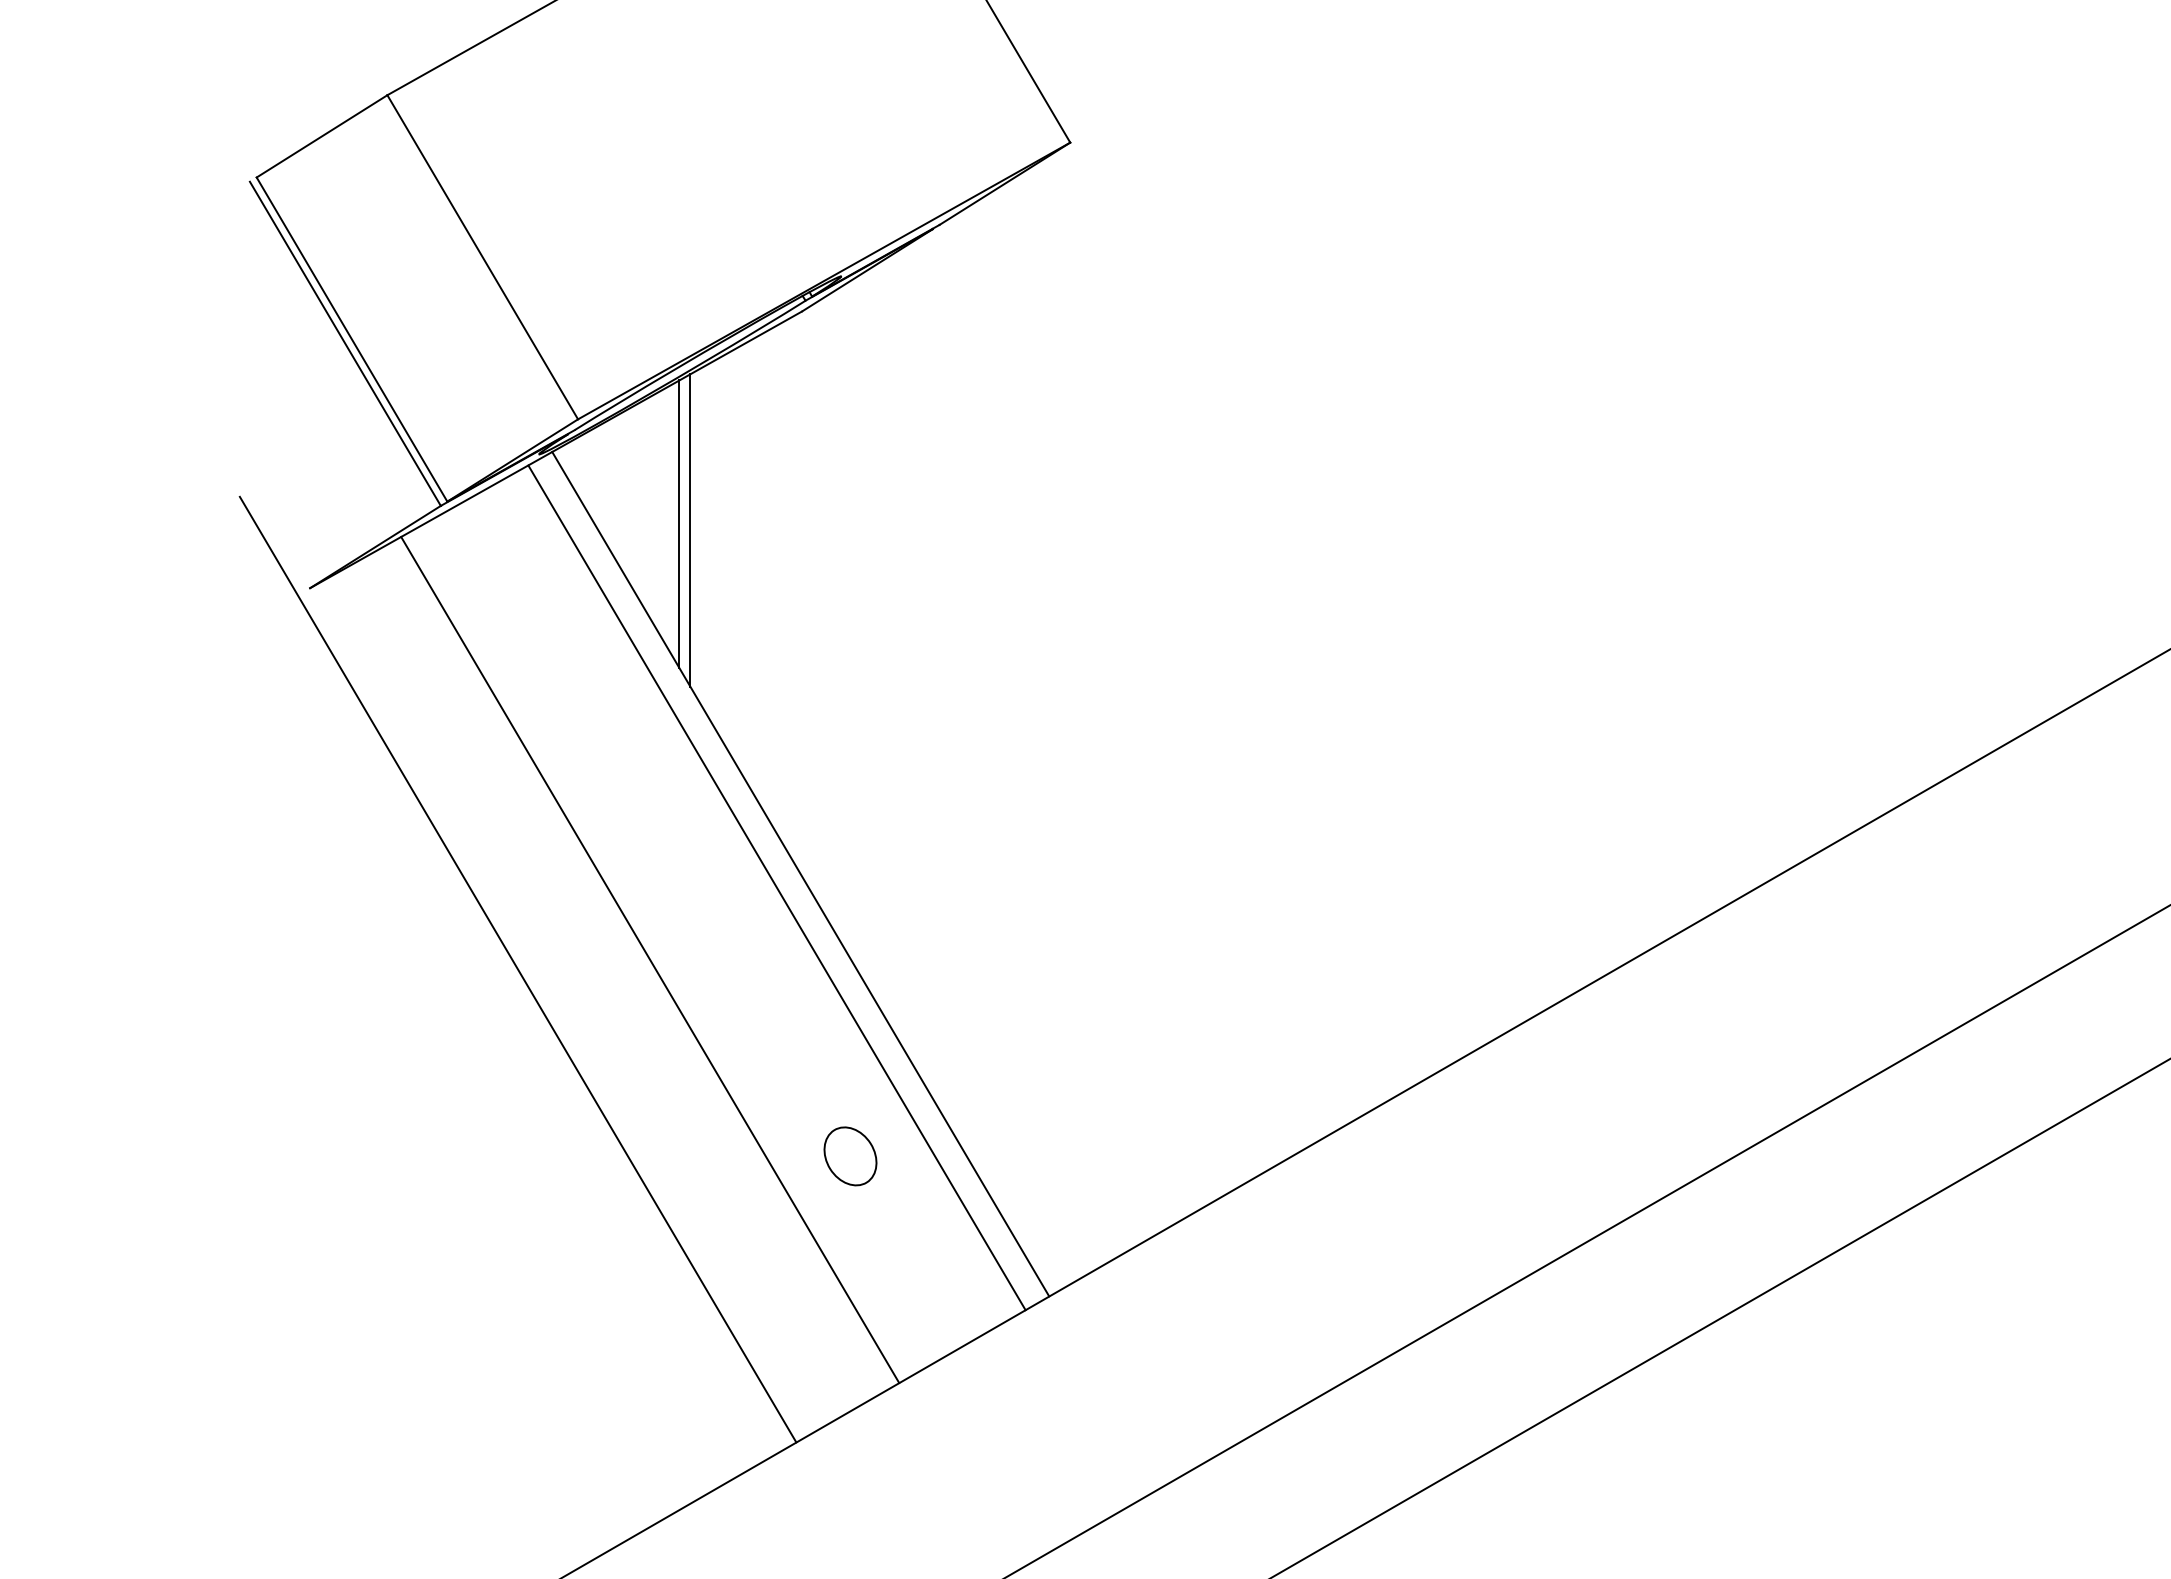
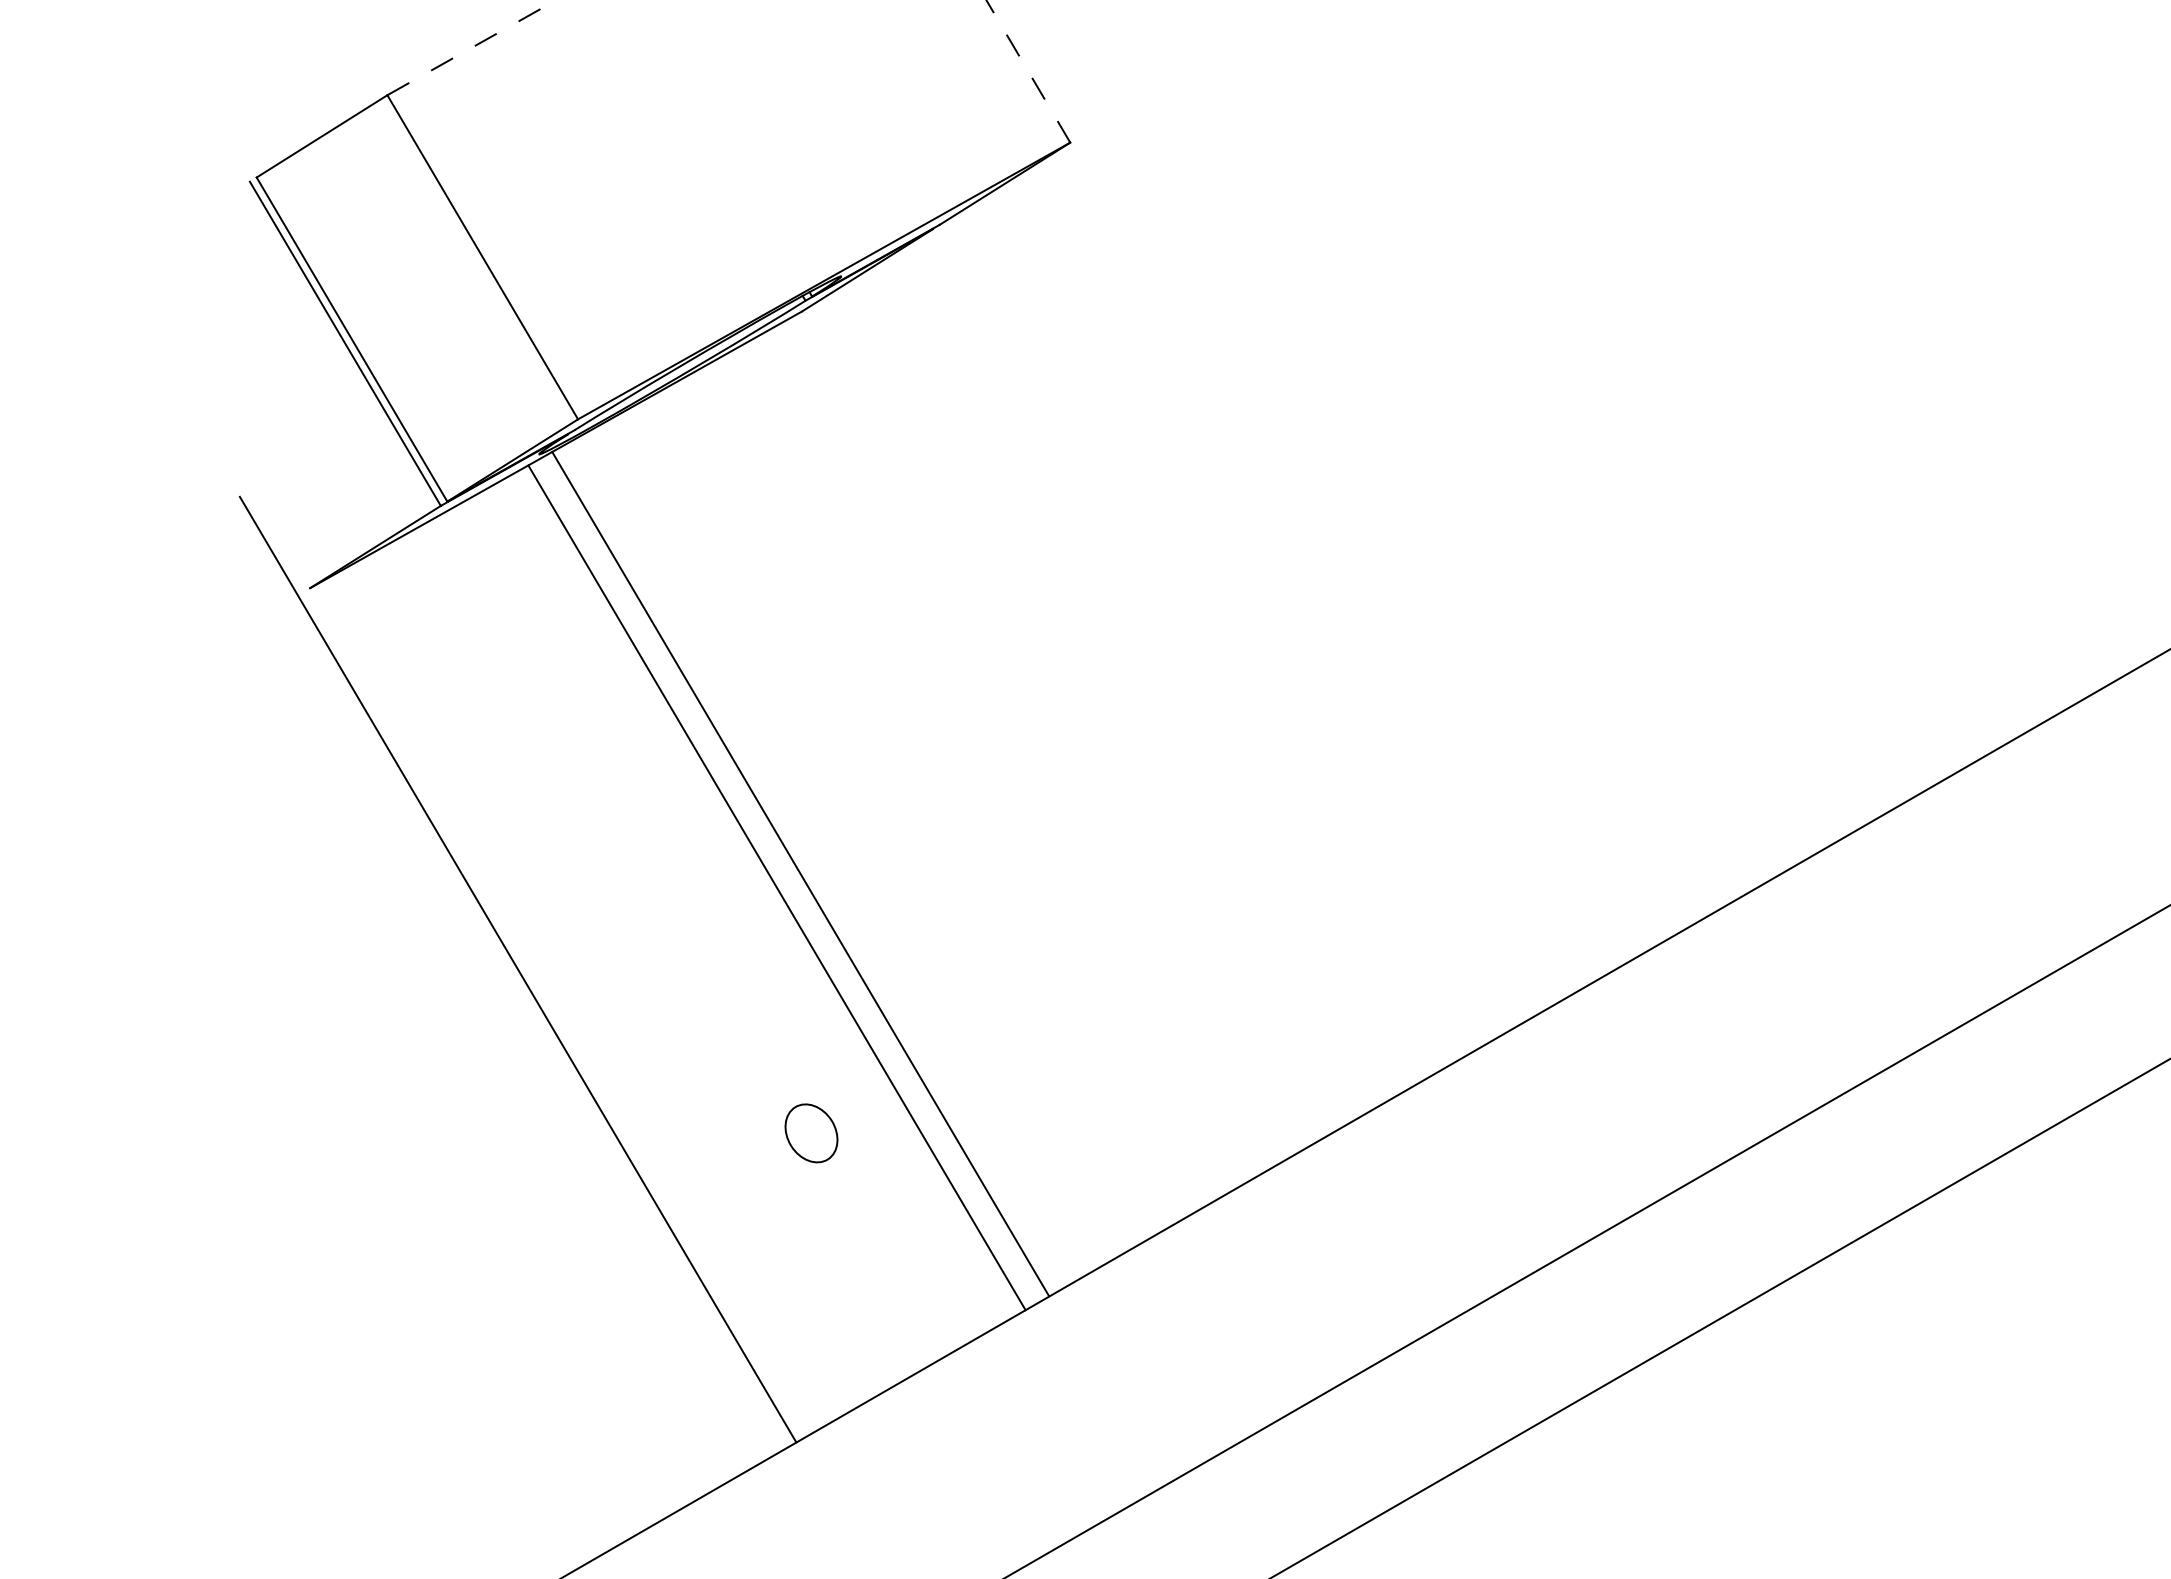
line at (471, 47): solid -> dashed
line at (1028, 72): solid -> dashed
line at (679, 523): present -> none
line at (690, 530): present -> none
line at (650, 959): present -> none
part at (850, 1156) position: (850, 1156) -> (811, 1133)
